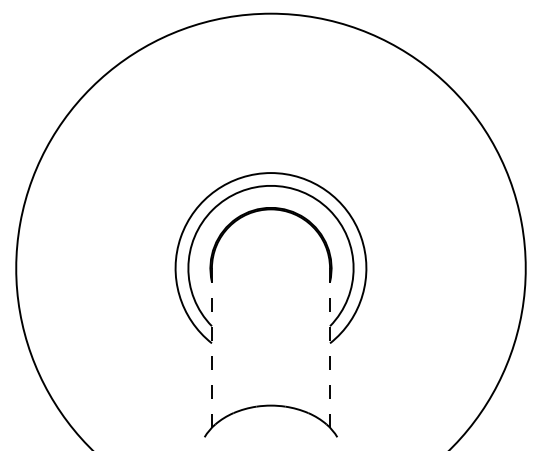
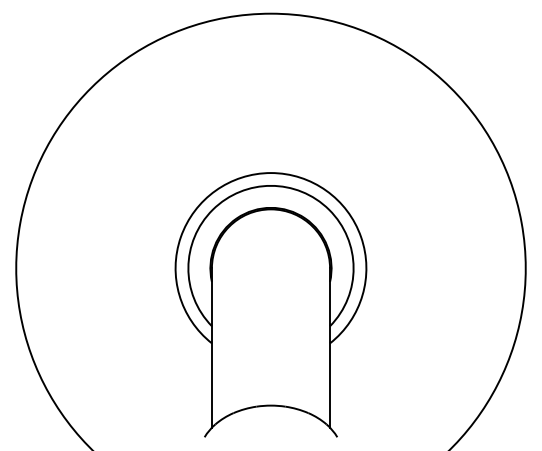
line at (211, 348): dashed -> solid
line at (330, 348): dashed -> solid
